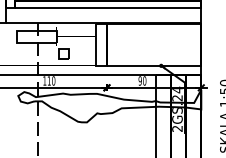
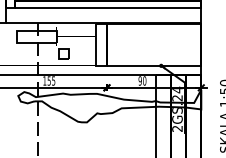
text at (51, 80): 110 -> 155
